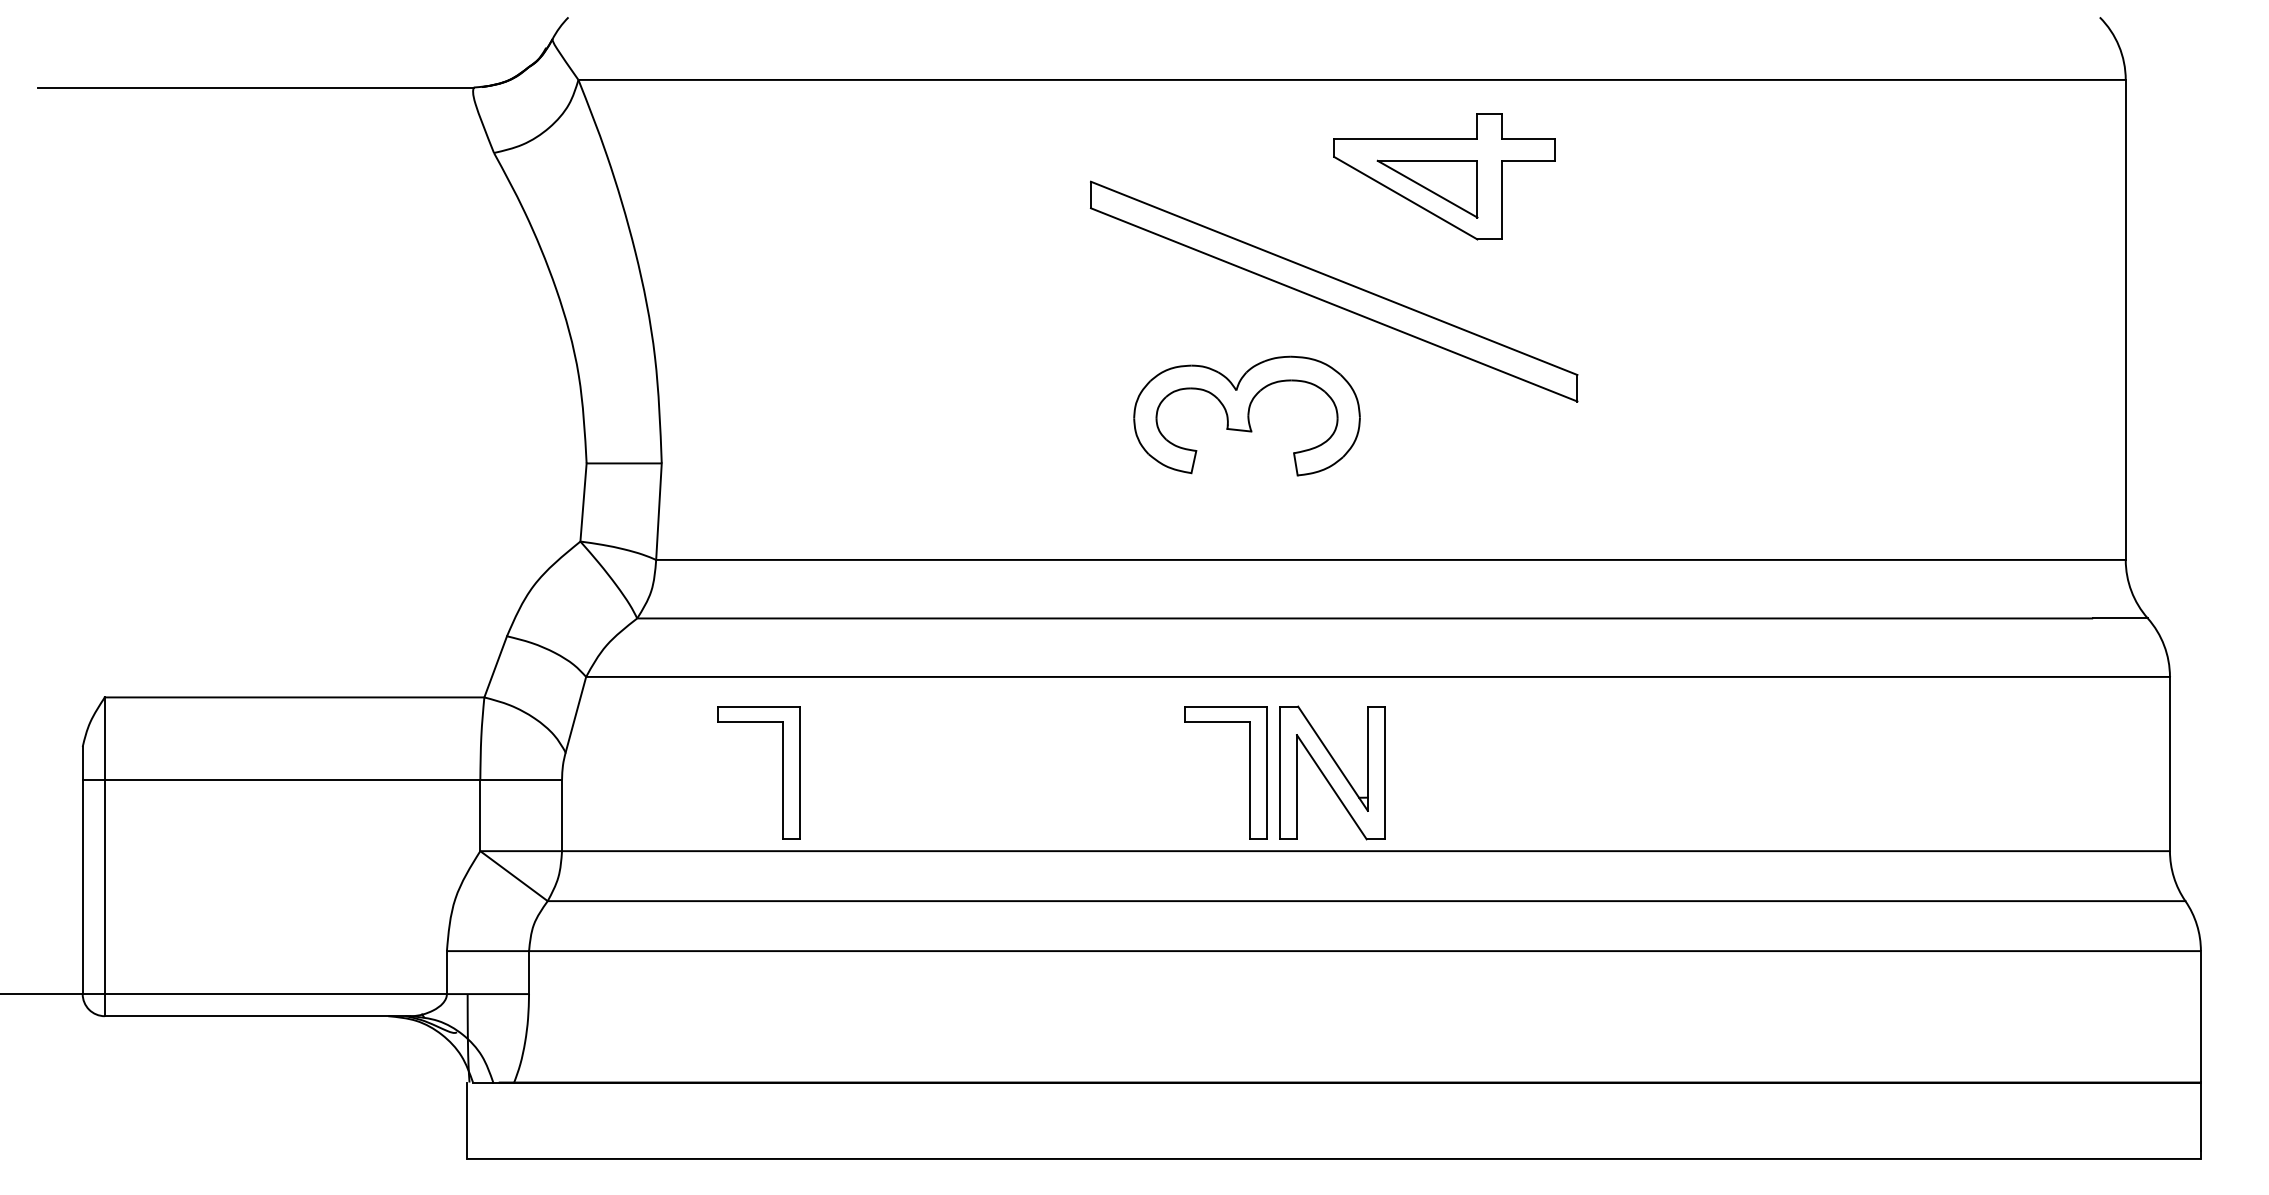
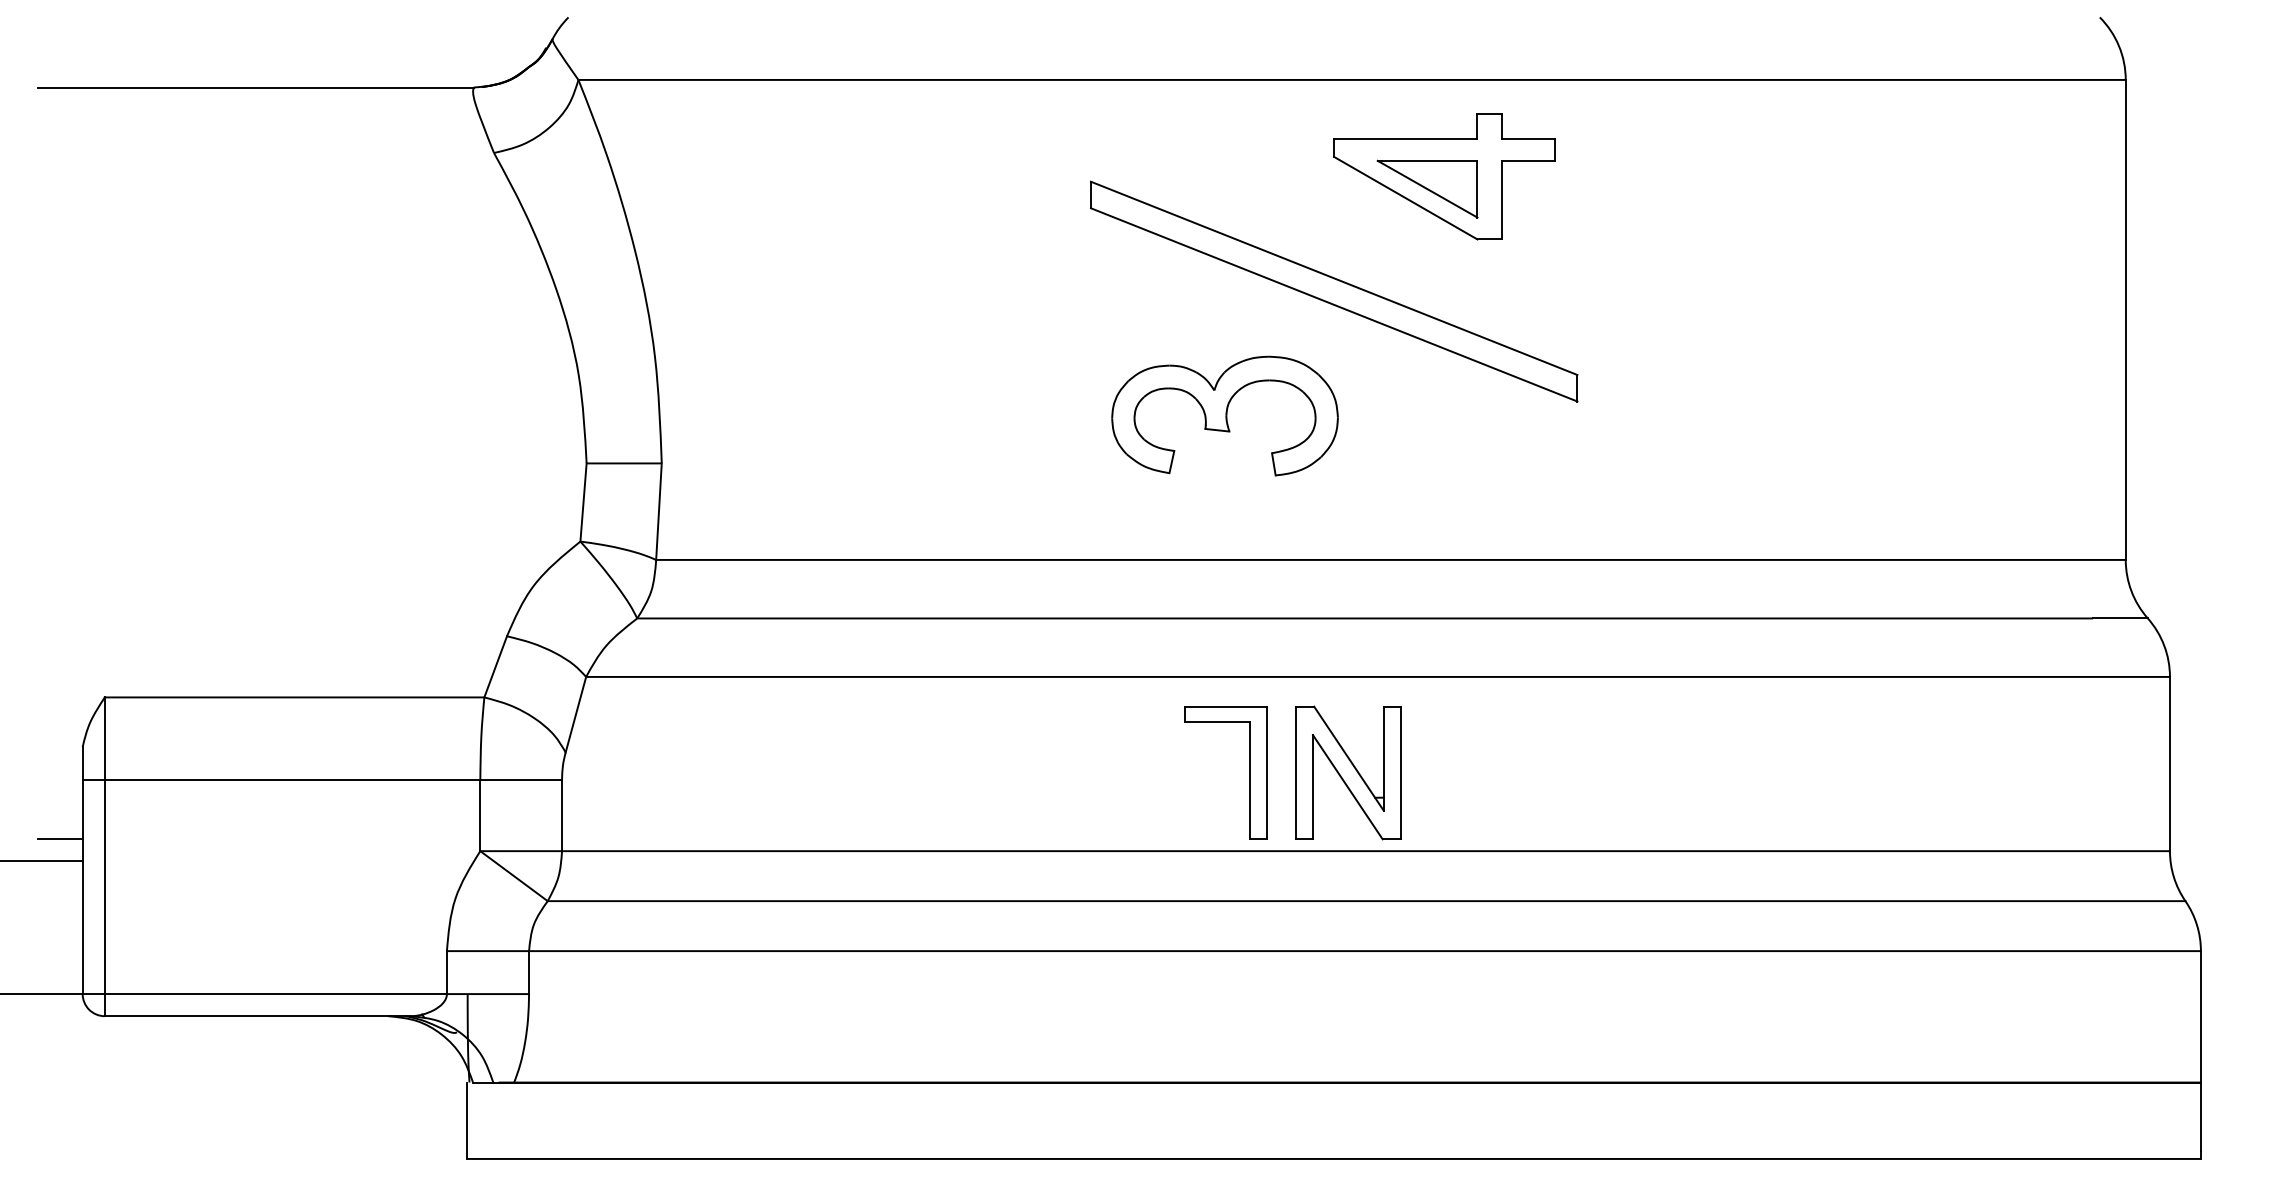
part at (1246, 415) position: (1246, 415) -> (1224, 415)
part at (782, 772): present -> none
part at (1332, 772) position: (1332, 772) -> (1348, 772)
line at (60, 839): none -> present
line at (42, 861): none -> present
